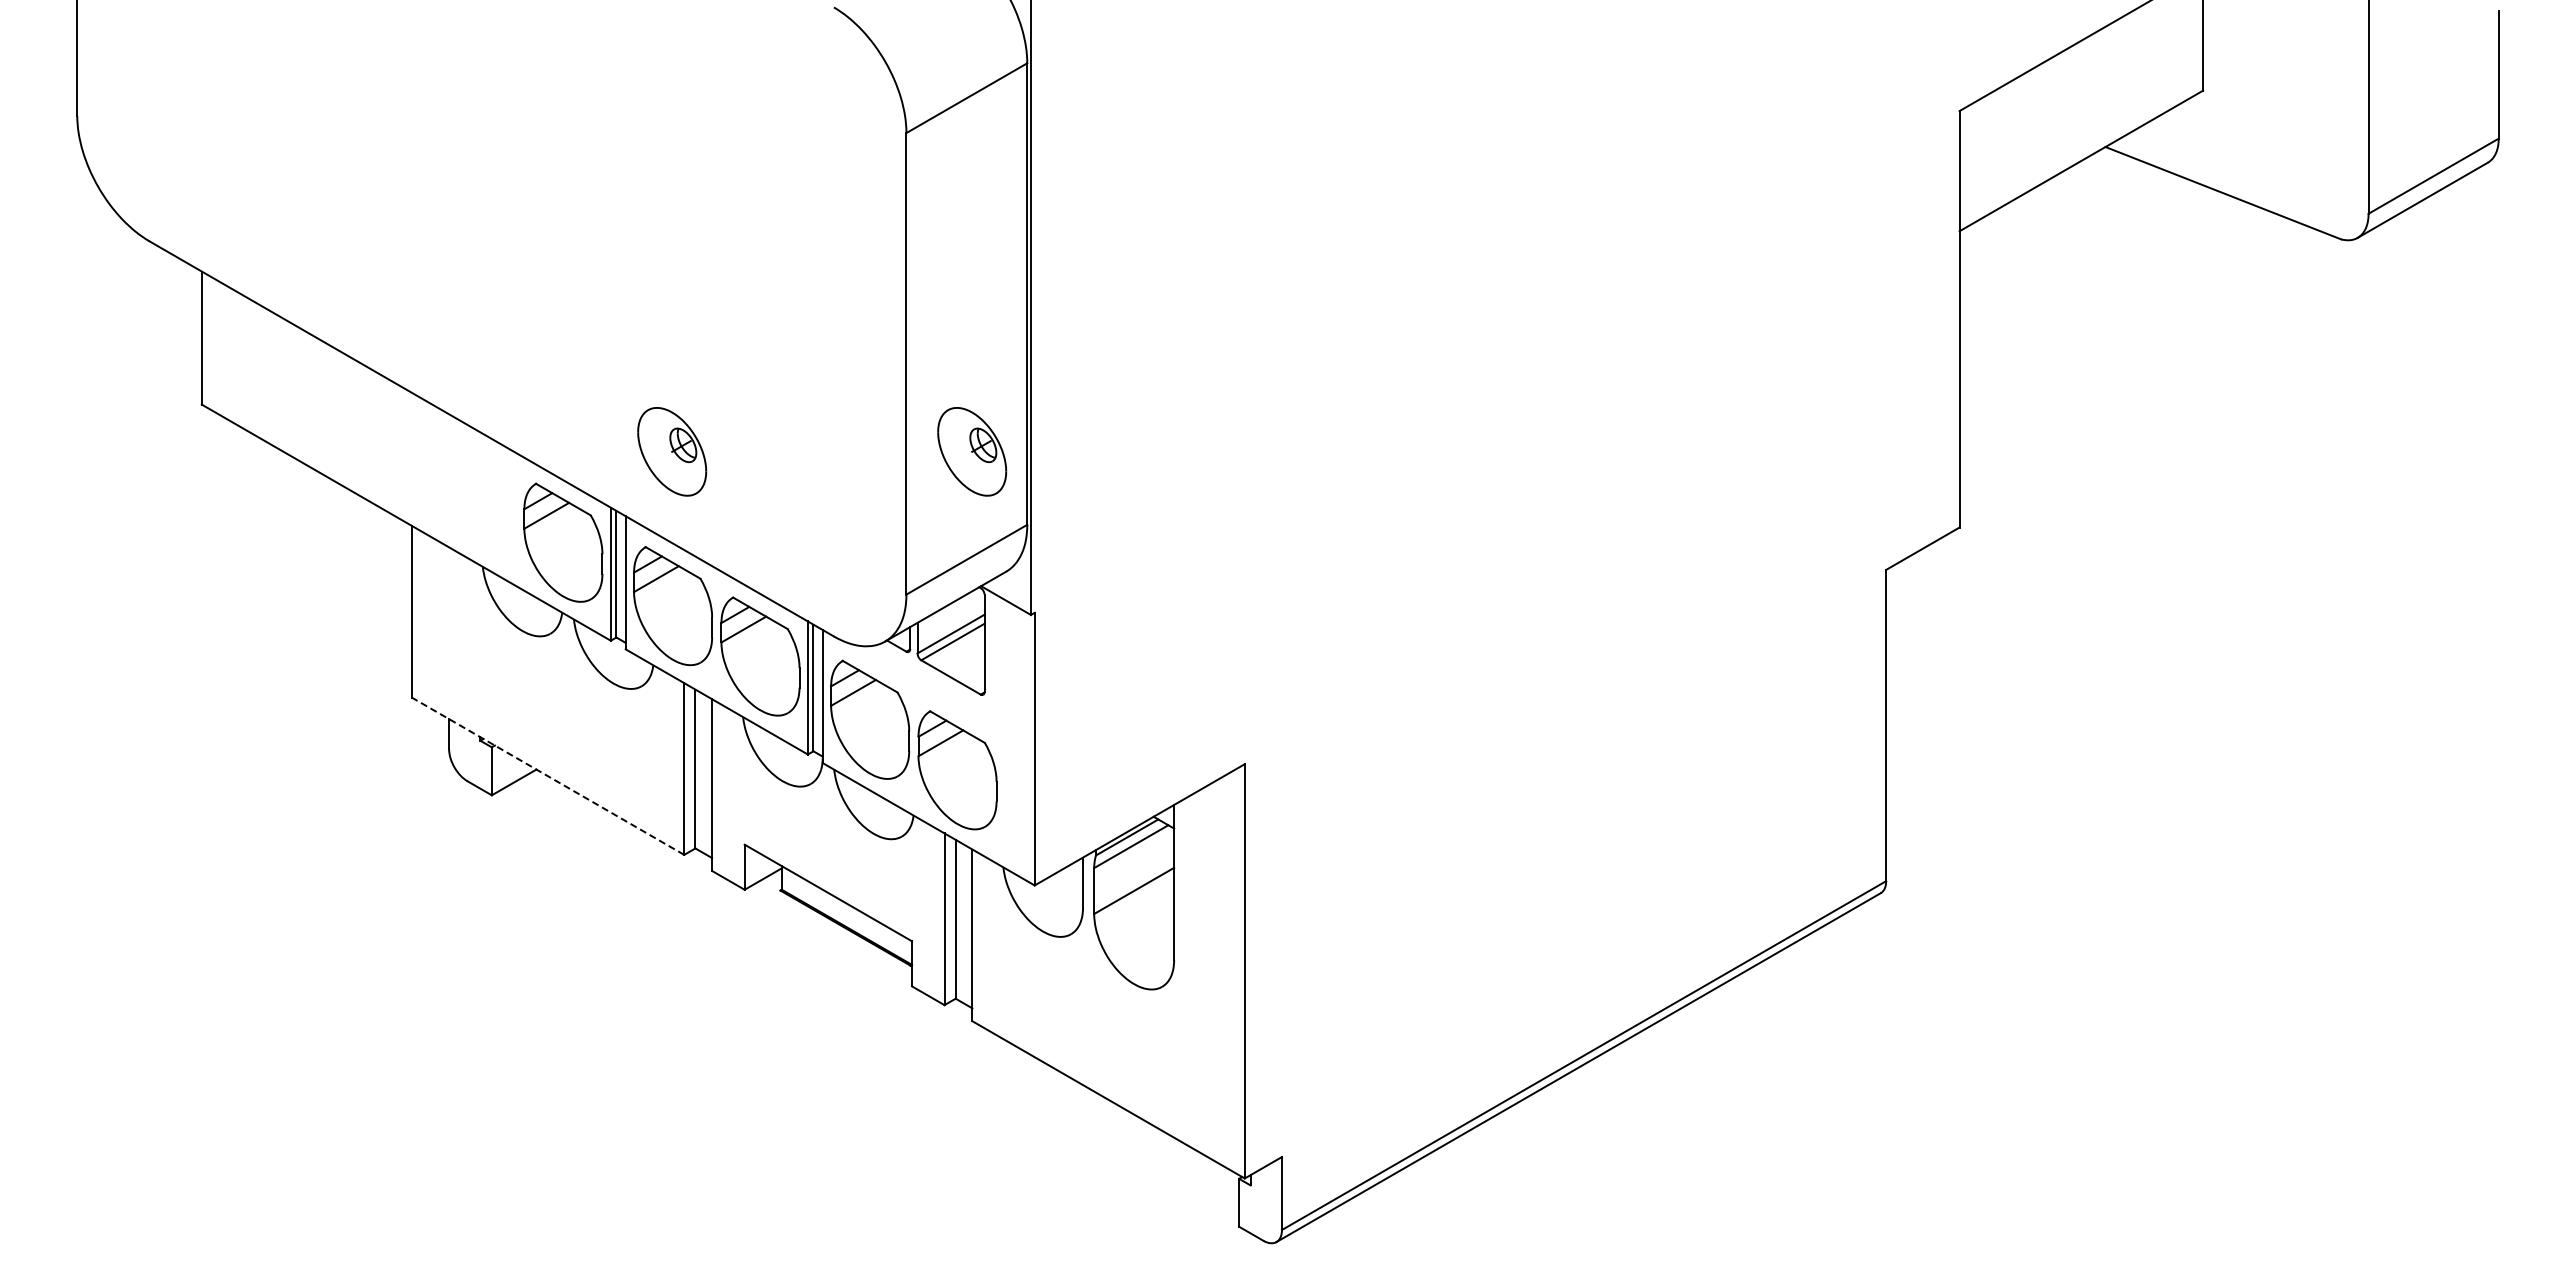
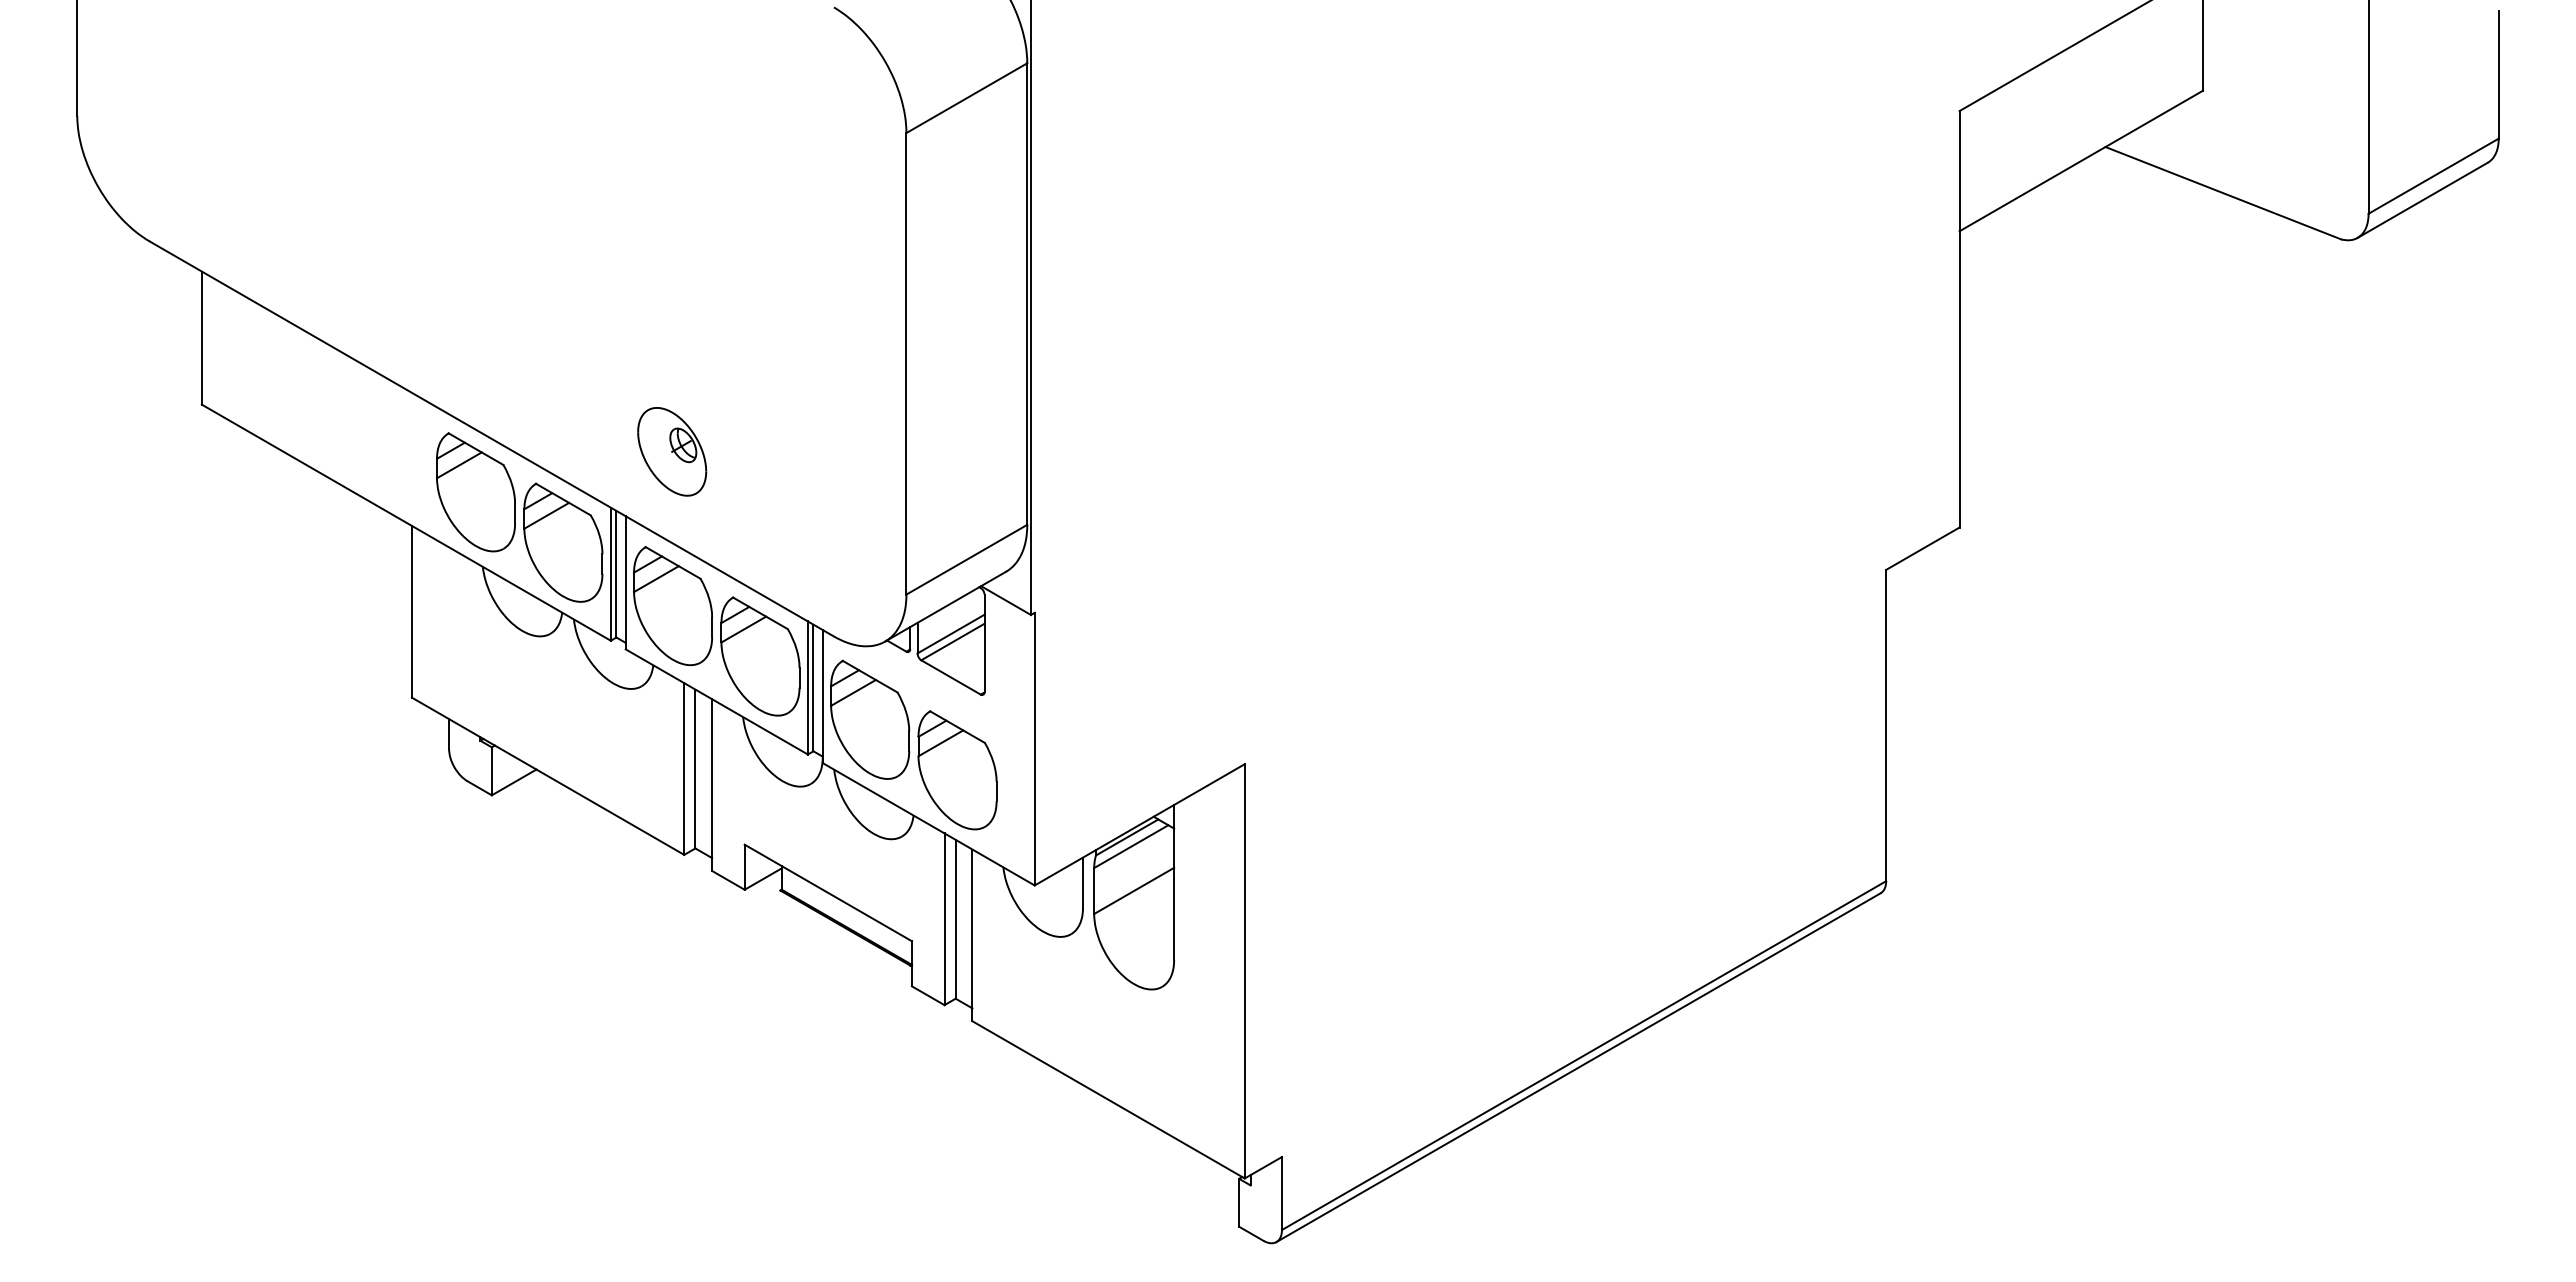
part at (972, 451): present -> none
part at (475, 492): none -> present
line at (547, 776): dashed -> solid
